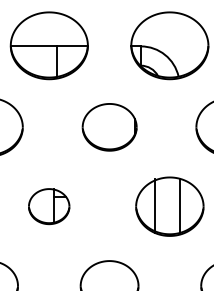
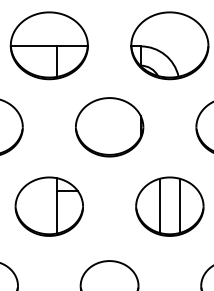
part at (109, 127) size: 57x49 px -> 70x61 px
line at (155, 205) position: (155, 205) -> (160, 205)
part at (49, 206) size: 43x38 px -> 70x61 px
